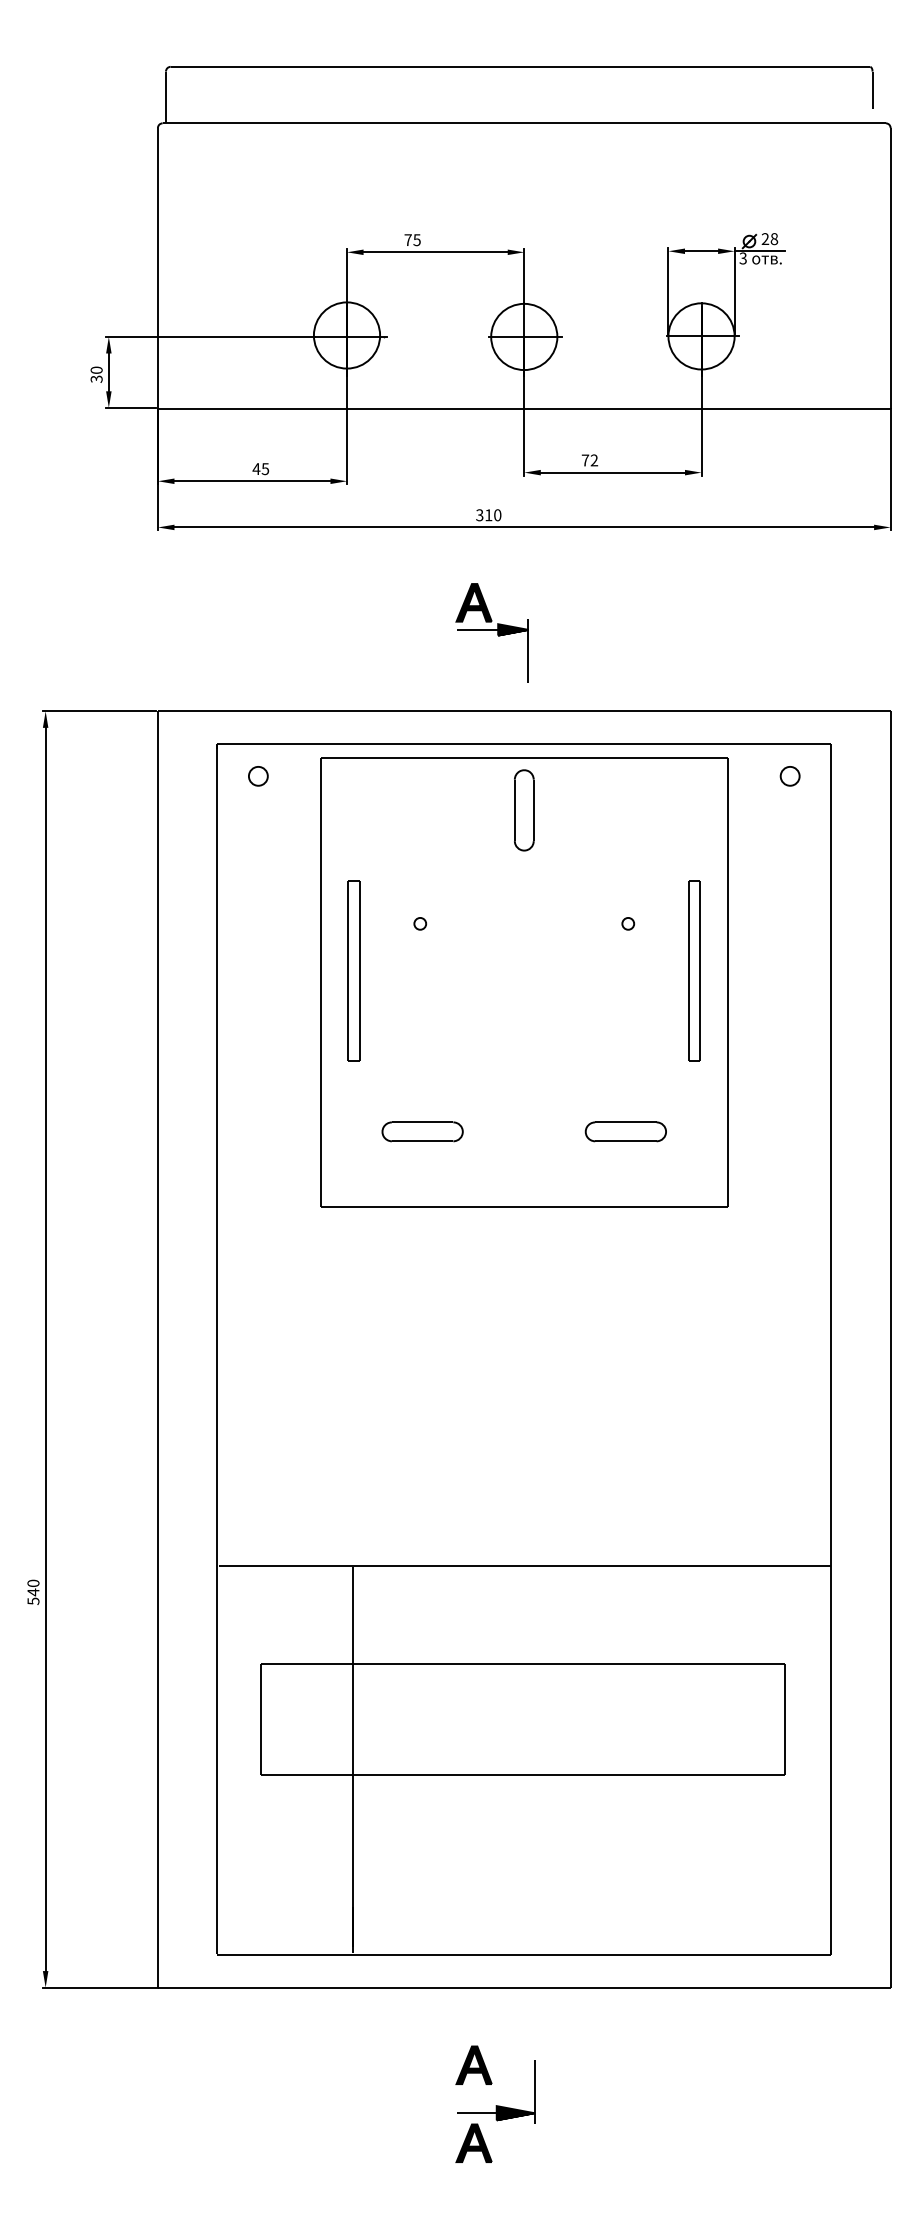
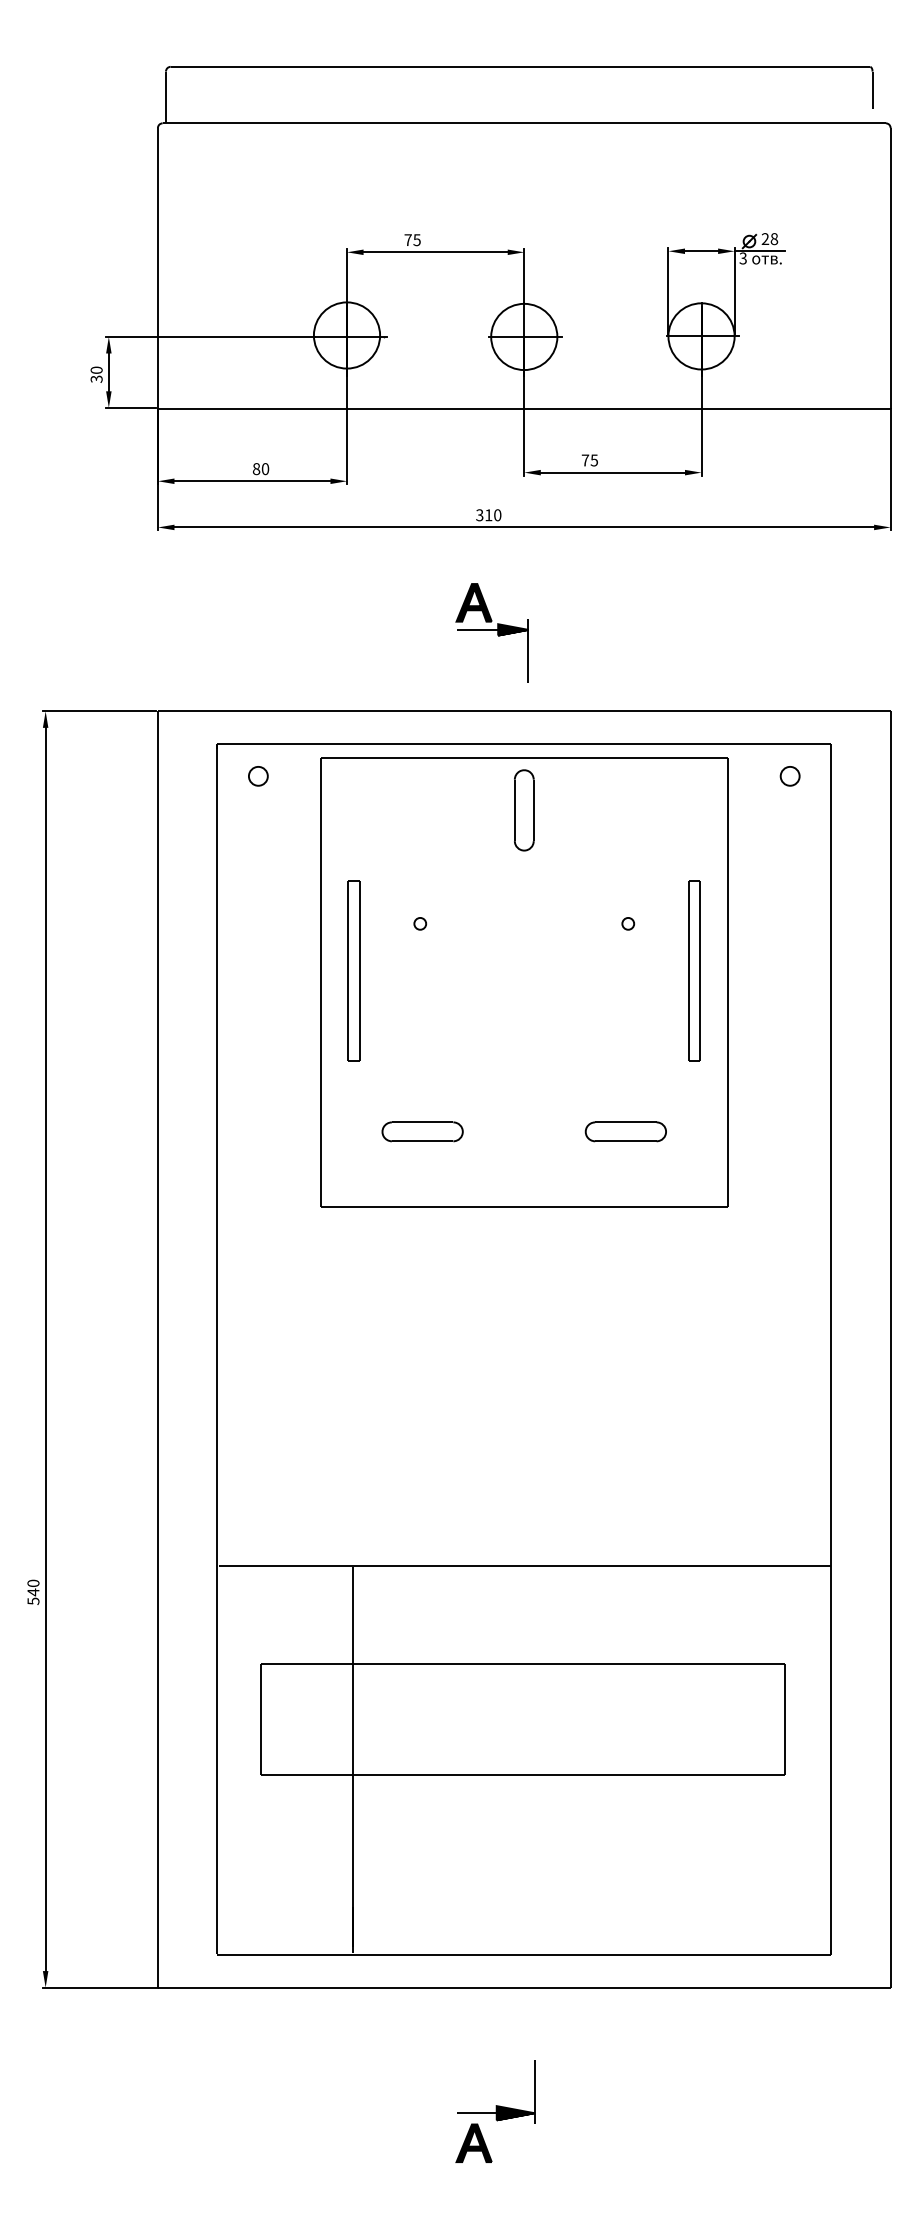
text at (594, 460): 72 -> 75
text at (260, 469): 45 -> 80
part at (473, 2064): present -> none
